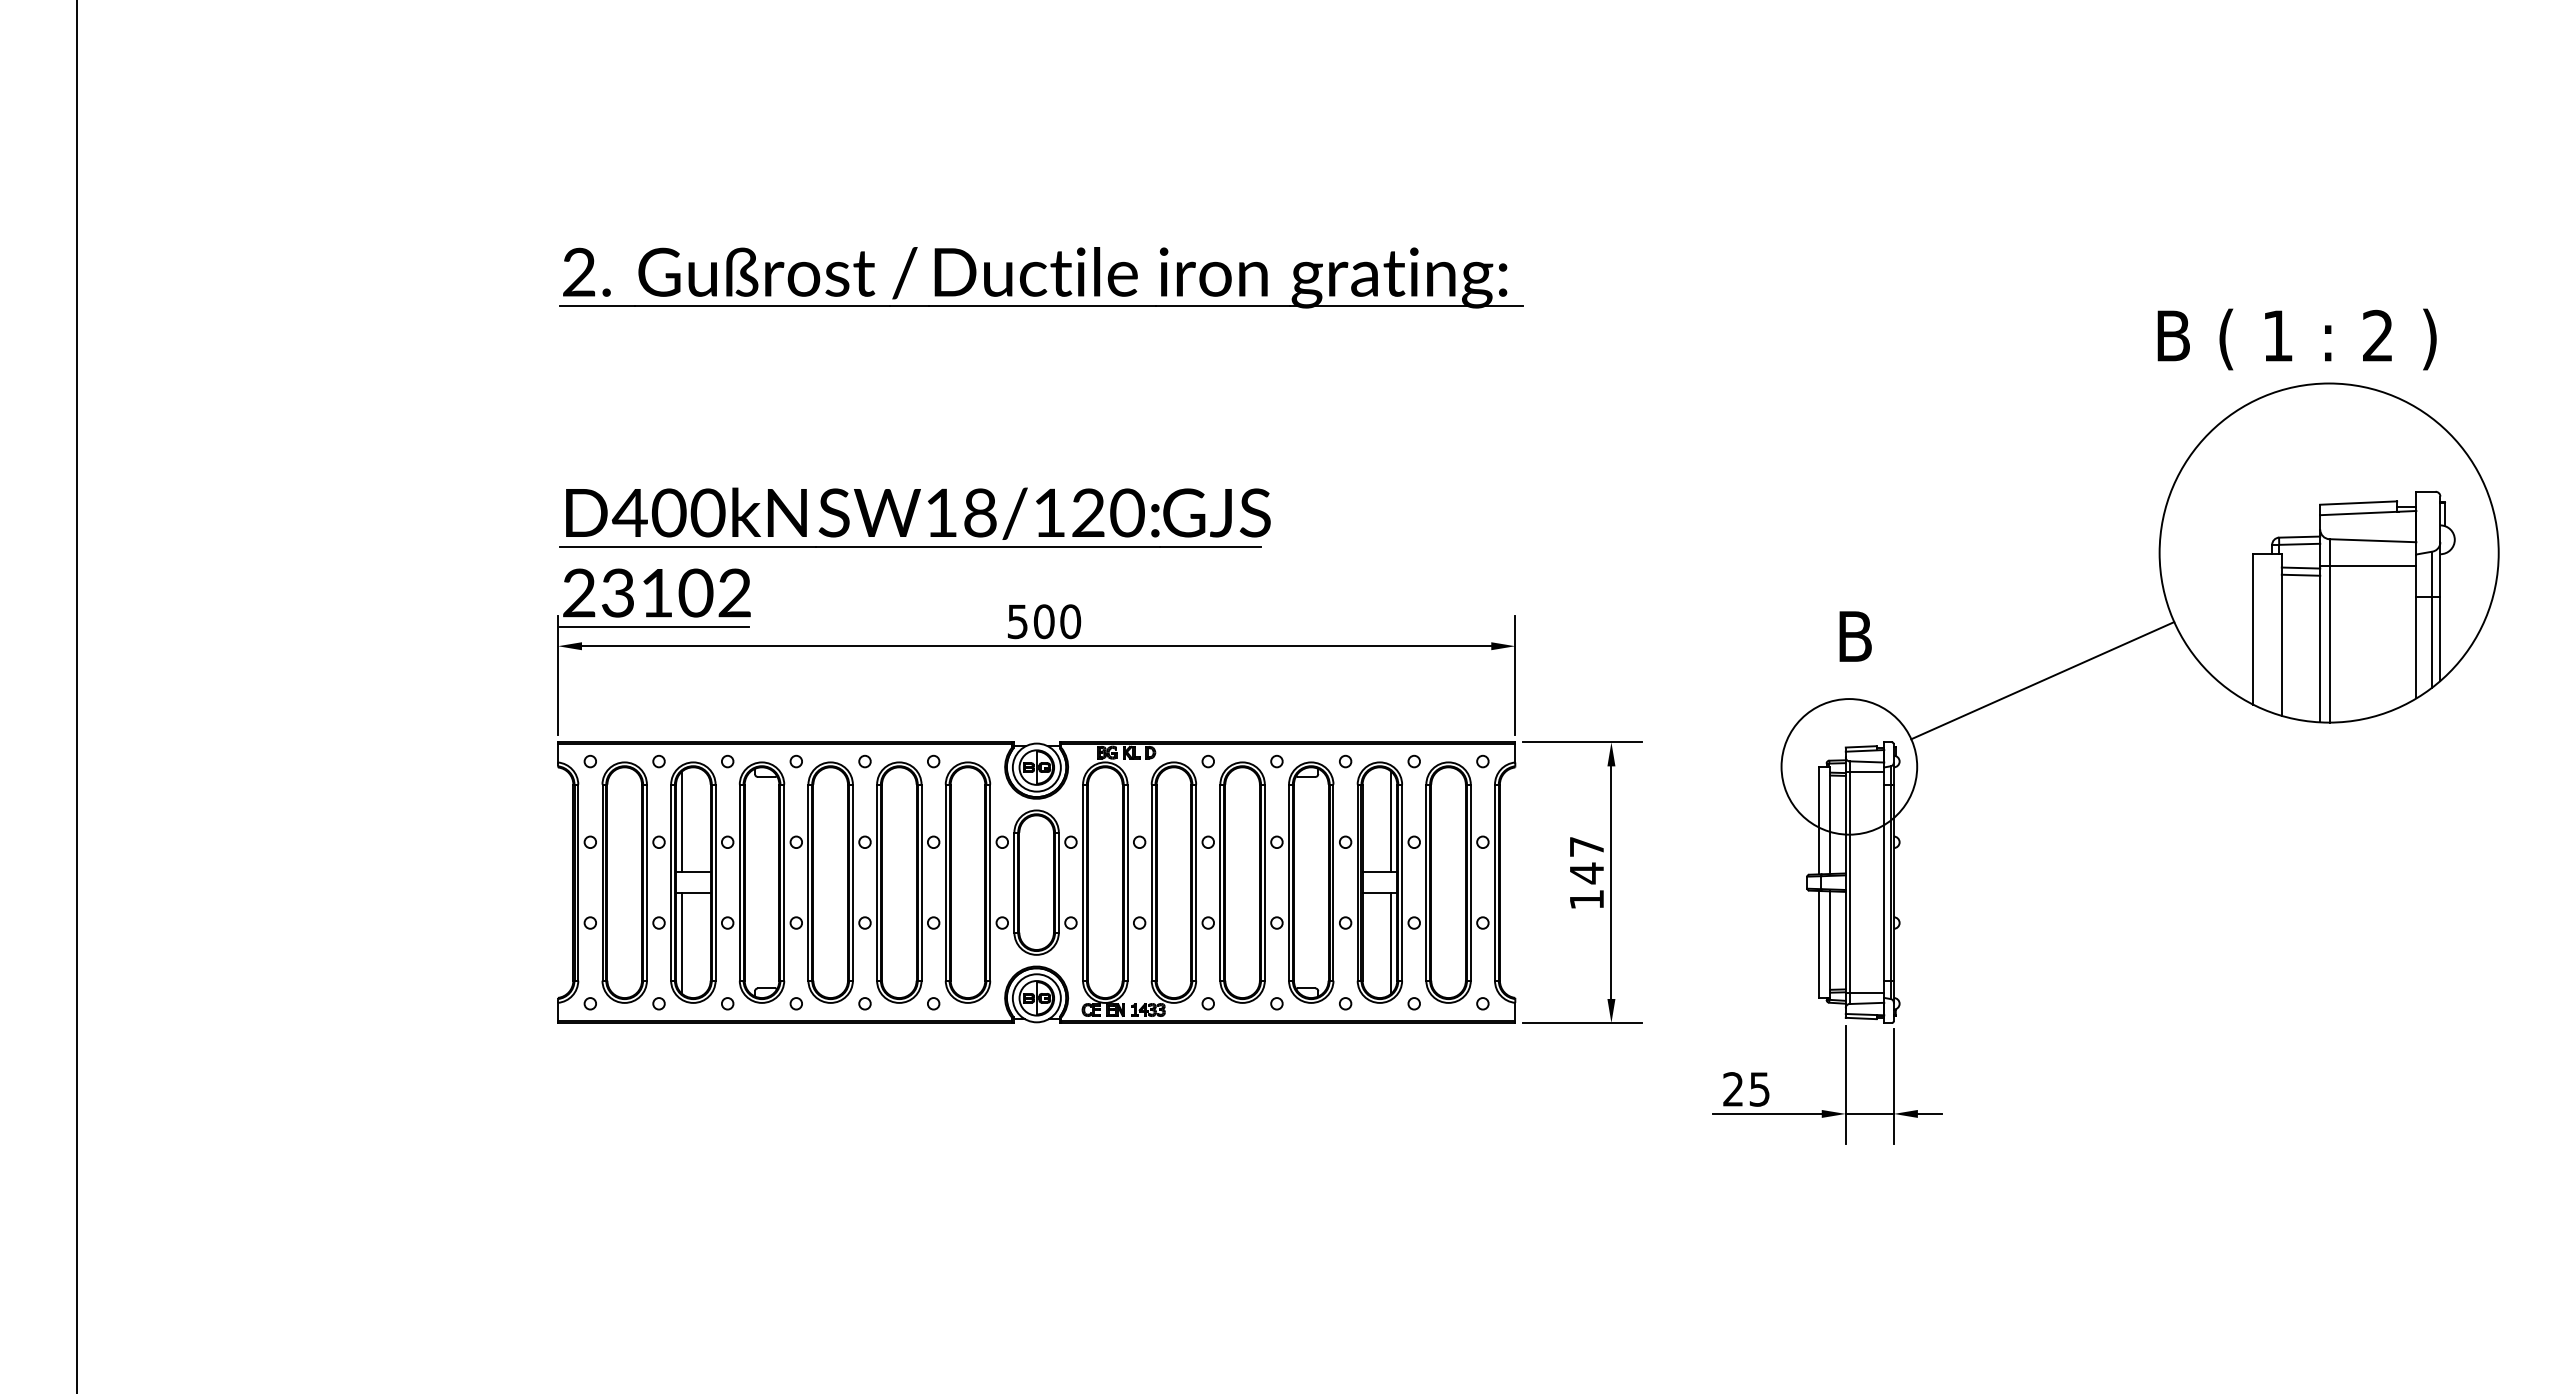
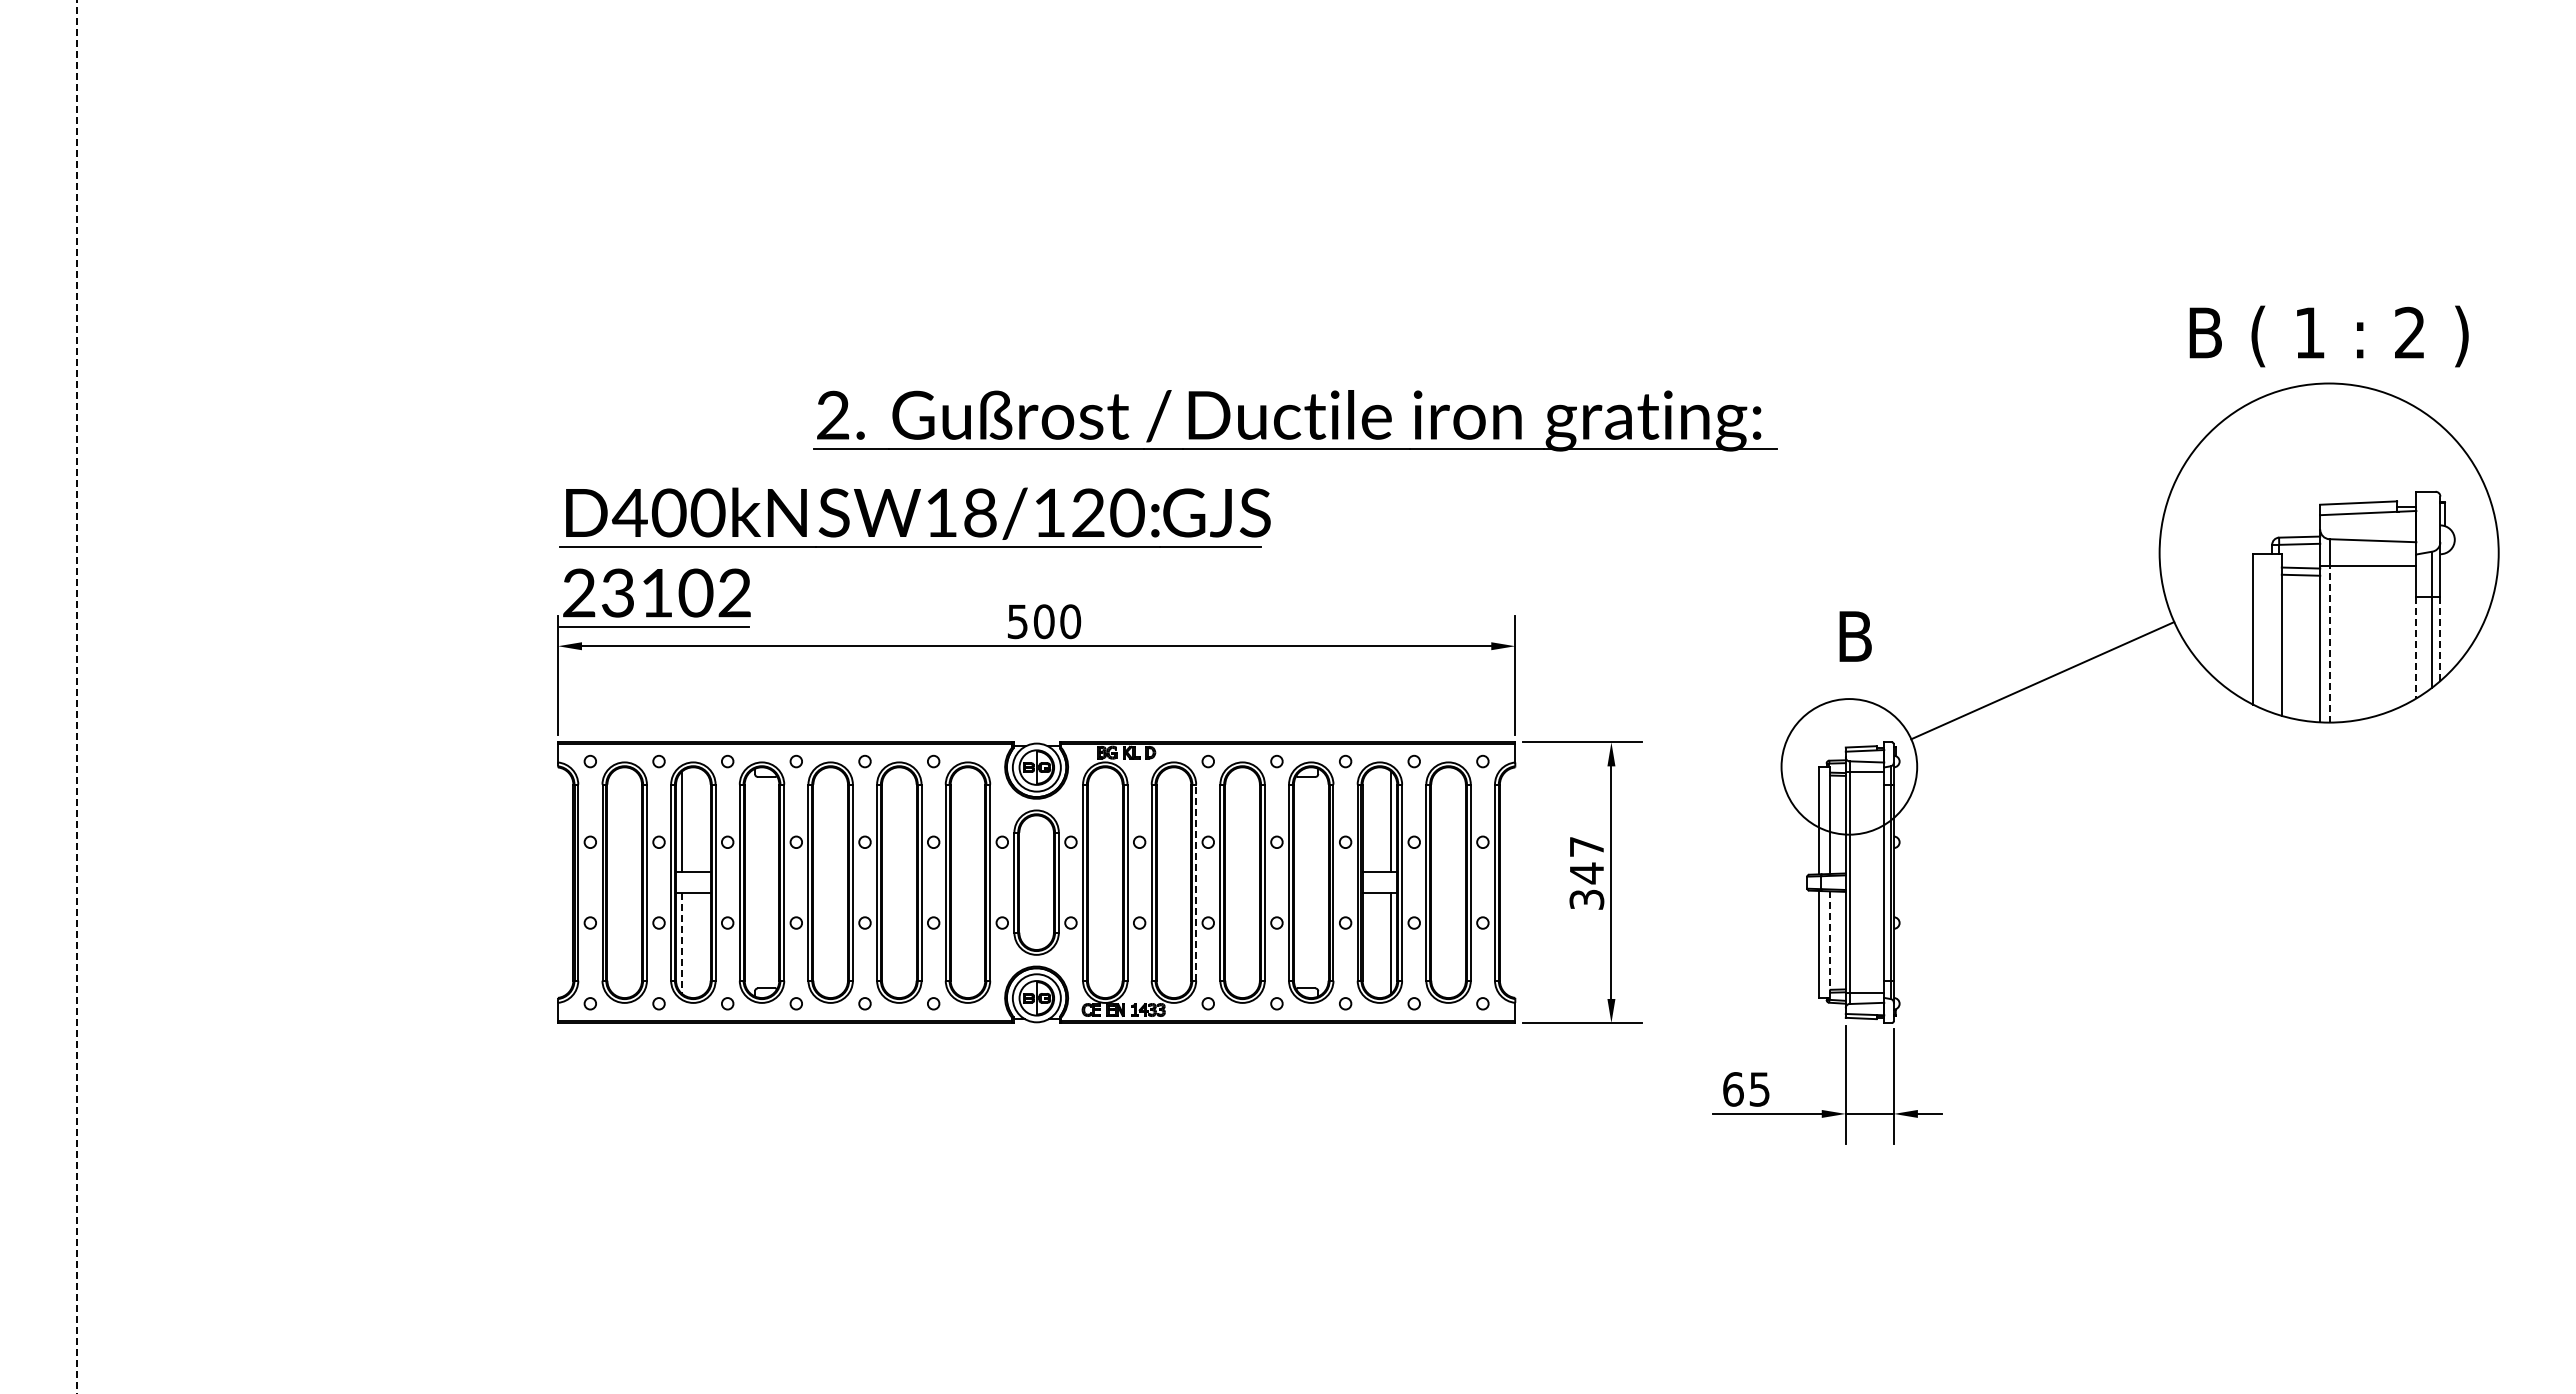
part at (1044, 269) position: (1044, 269) -> (1298, 412)
text at (2296, 339) position: (2296, 339) -> (2328, 336)
line at (2440, 639): solid -> dashed
line at (2329, 643): solid -> dashed
line at (2416, 648): solid -> dashed
line at (77, 697): solid -> dashed
line at (1196, 882): solid -> dashed
text at (1586, 899): 147 -> 347
line at (681, 943): solid -> dashed
line at (1830, 945): solid -> dashed
text at (1733, 1089): 25 -> 65
